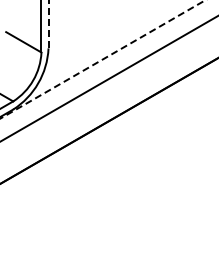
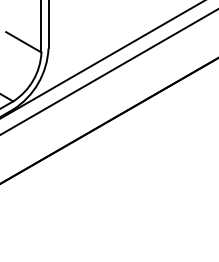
line at (48, 24): dashed -> solid
line at (103, 59): dashed -> solid
line at (108, 78) position: (108, 78) -> (108, 71)
